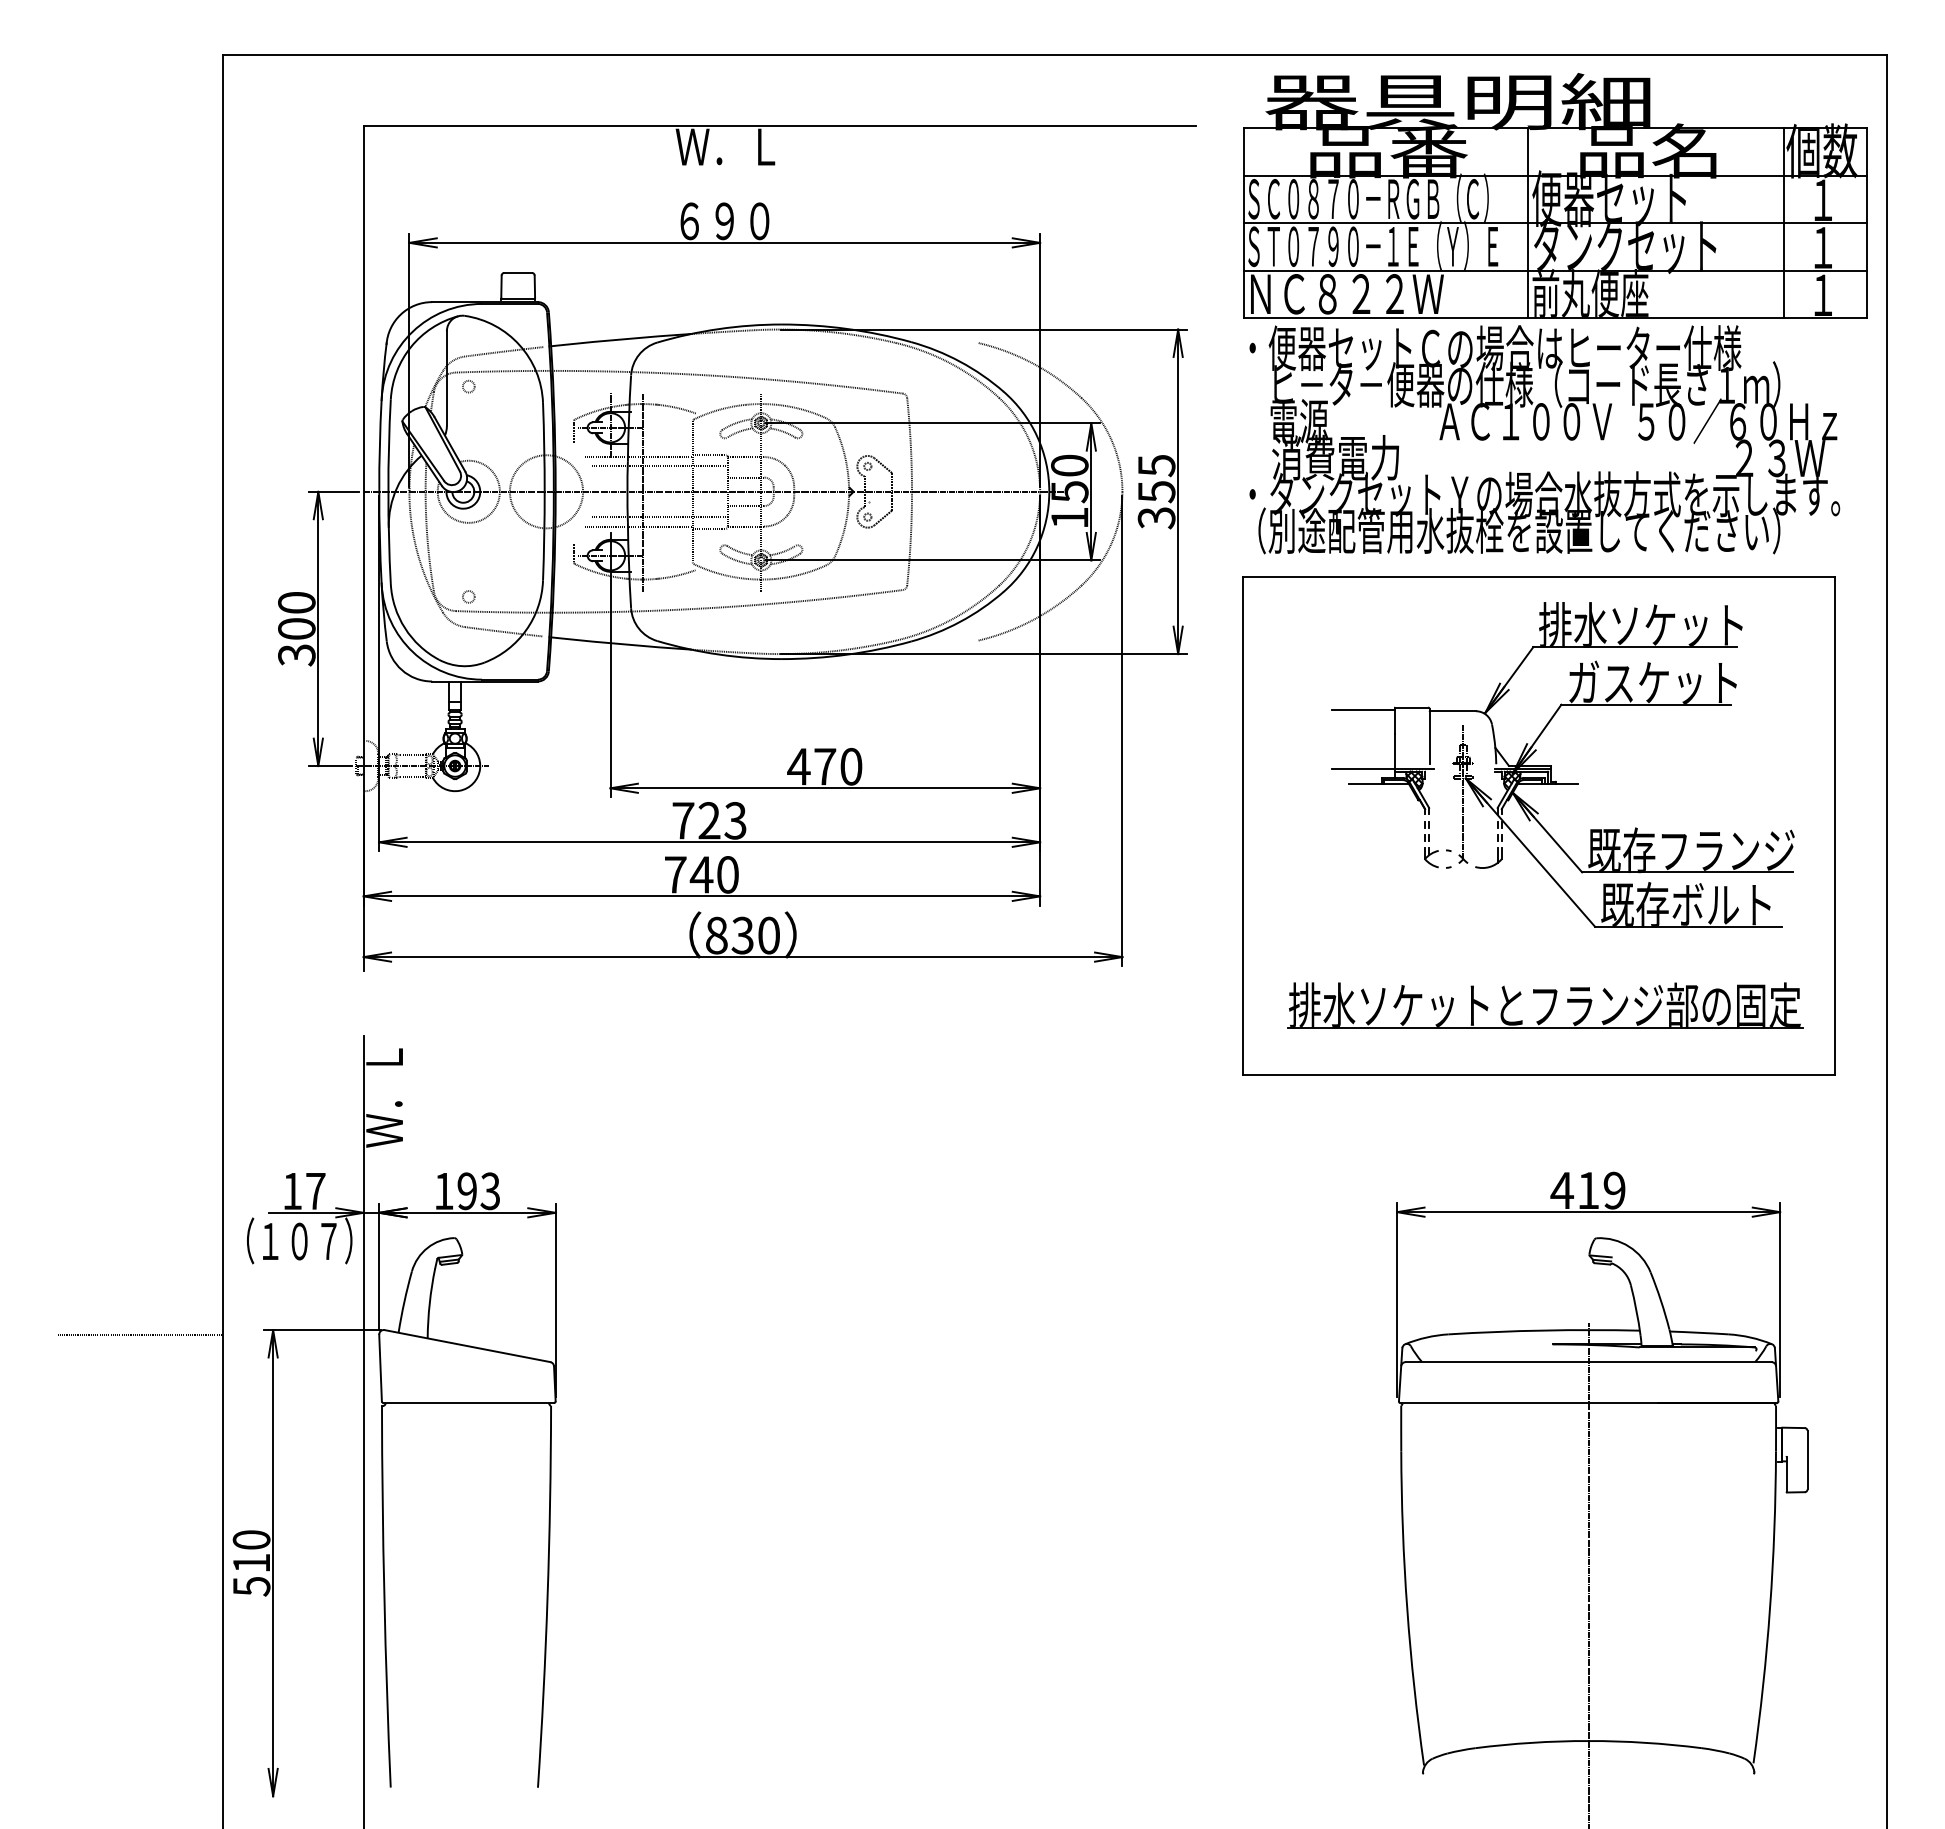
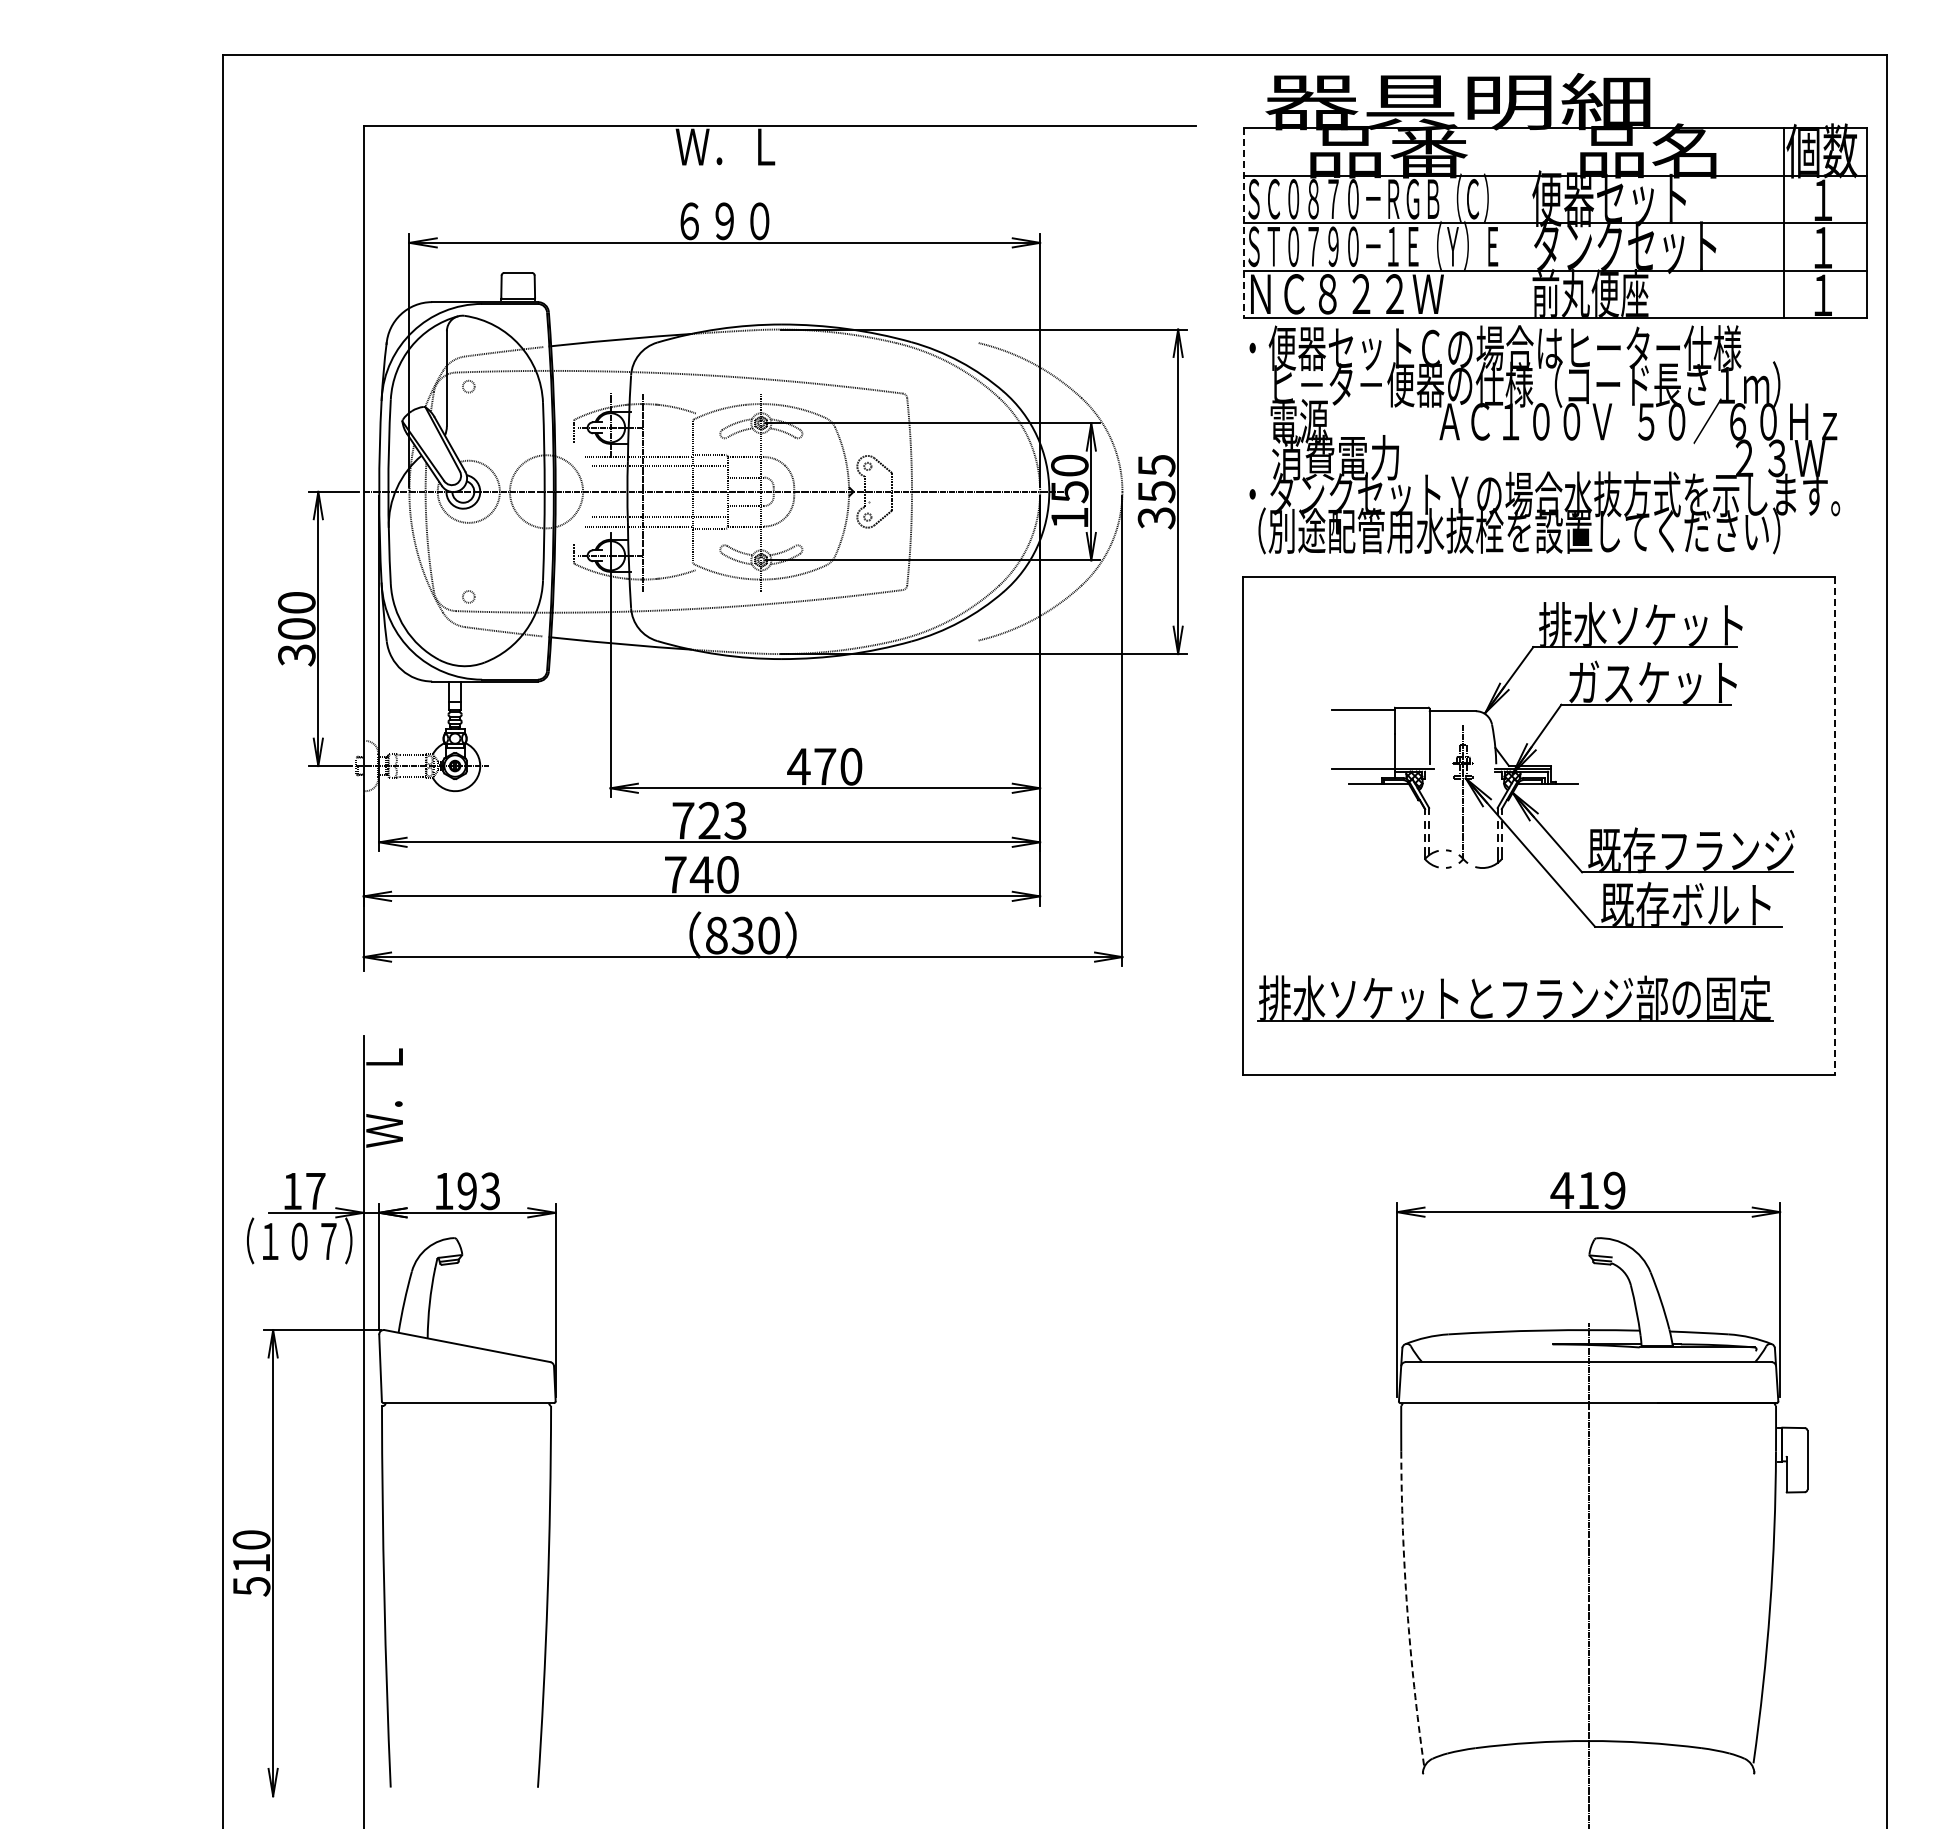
line at (1528, 222): present -> none
line at (1244, 223): solid -> dashed
line at (1835, 826): solid -> dashed
part at (1545, 1005) position: (1545, 1005) -> (1515, 998)
line at (140, 1334): present -> none
arc at (1407, 1608): solid -> dashed
